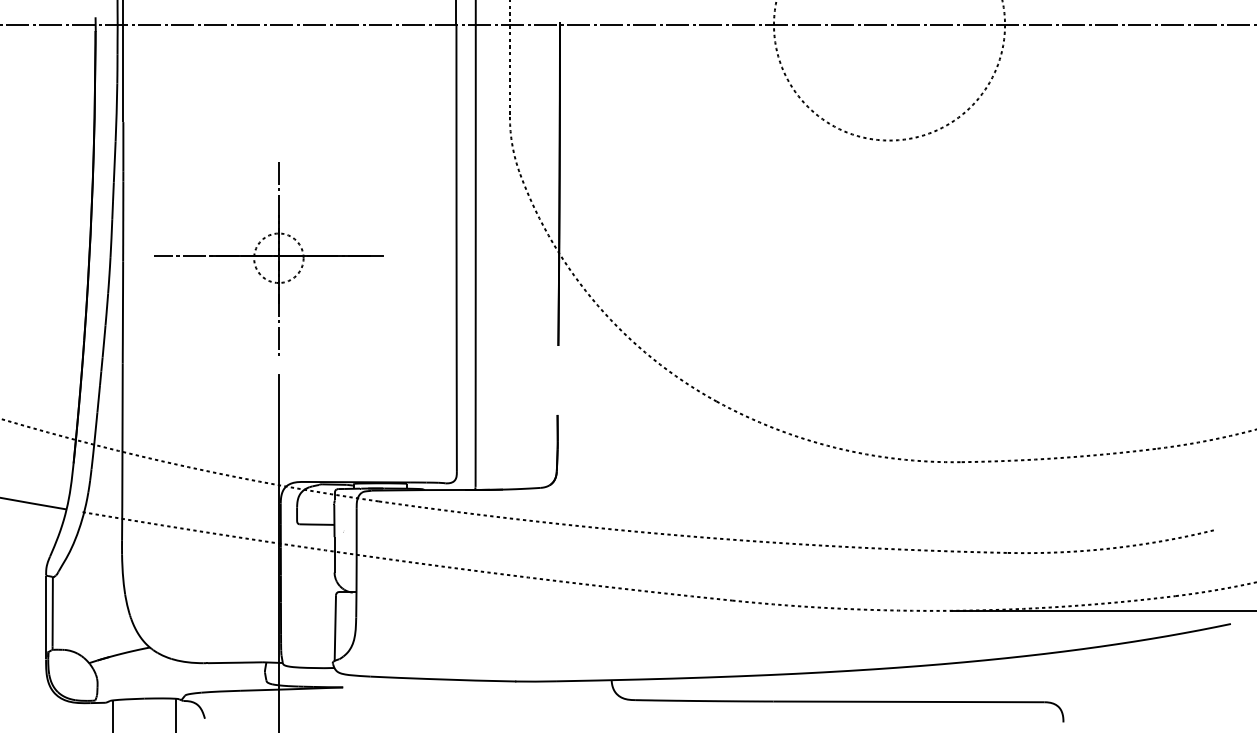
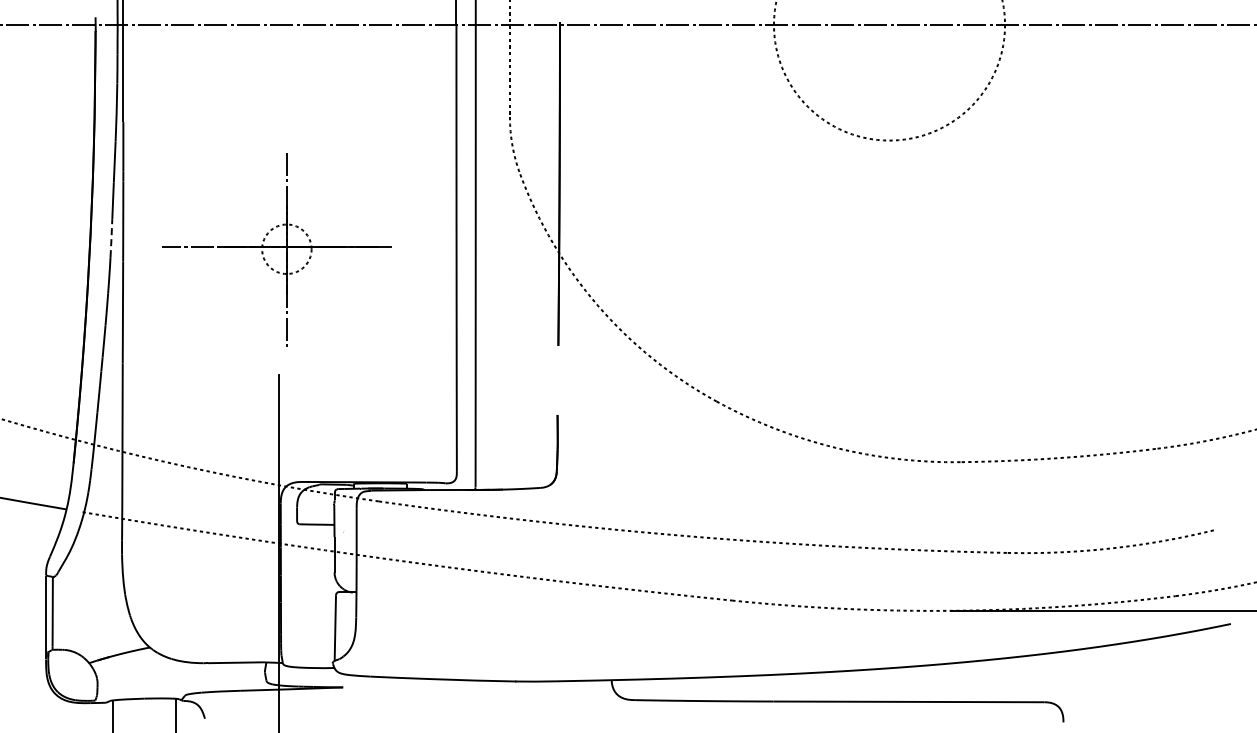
line at (111, 238): solid -> dashed
part at (268, 258) position: (268, 258) -> (276, 249)
